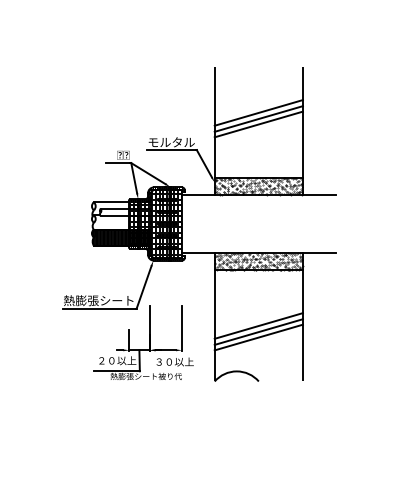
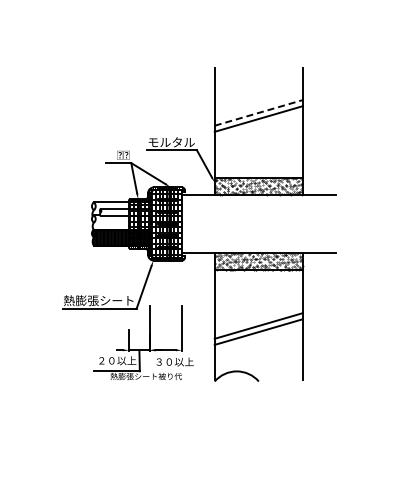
line at (258, 112): solid -> dashed
line at (258, 124): present -> none
line at (258, 337): present -> none
